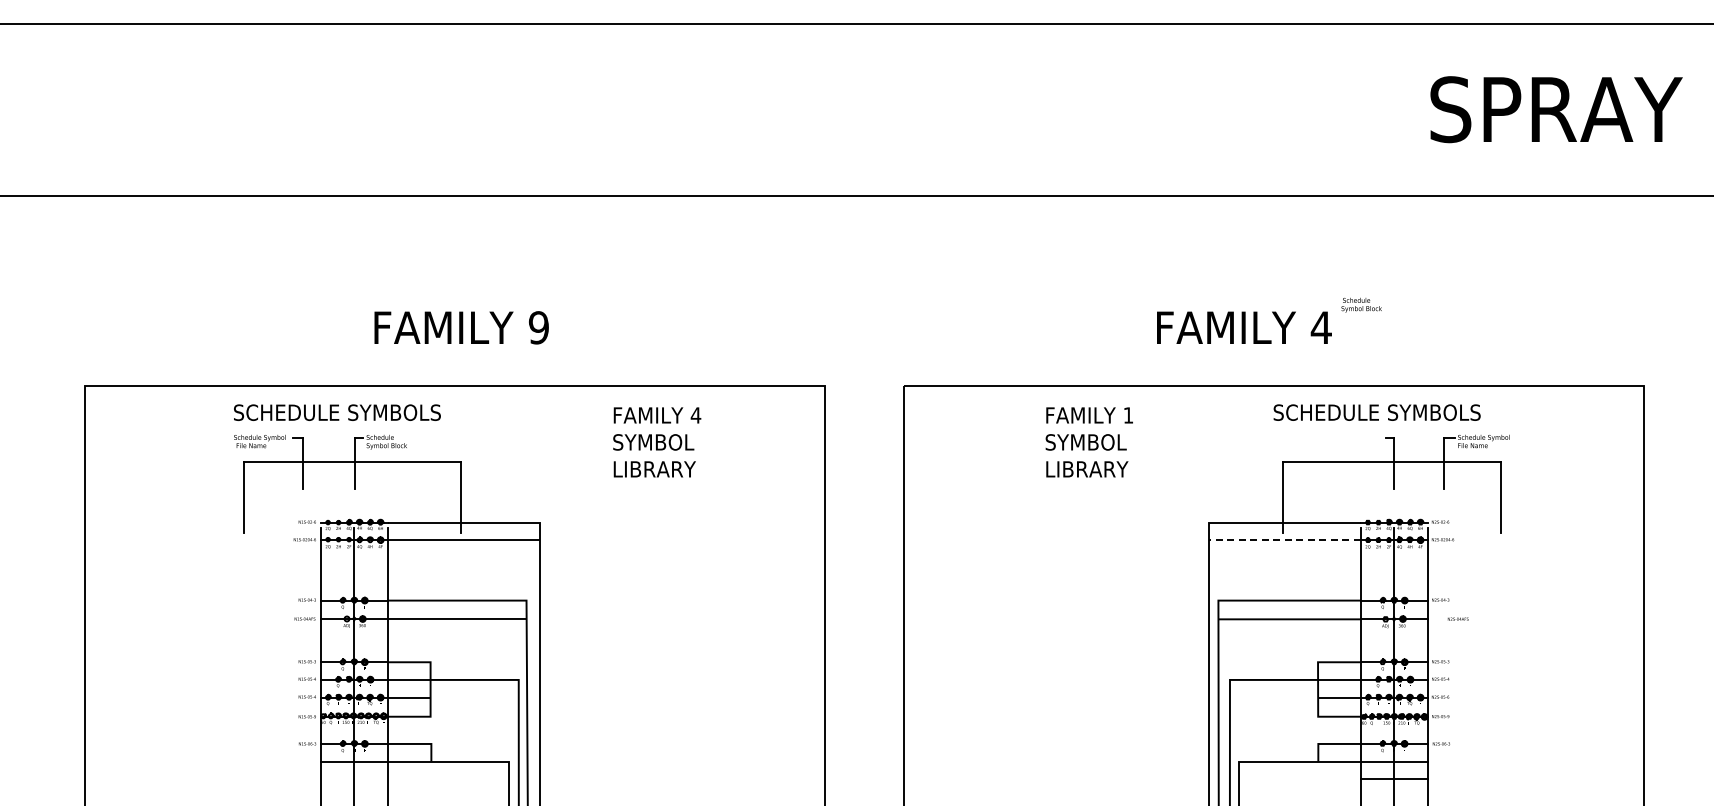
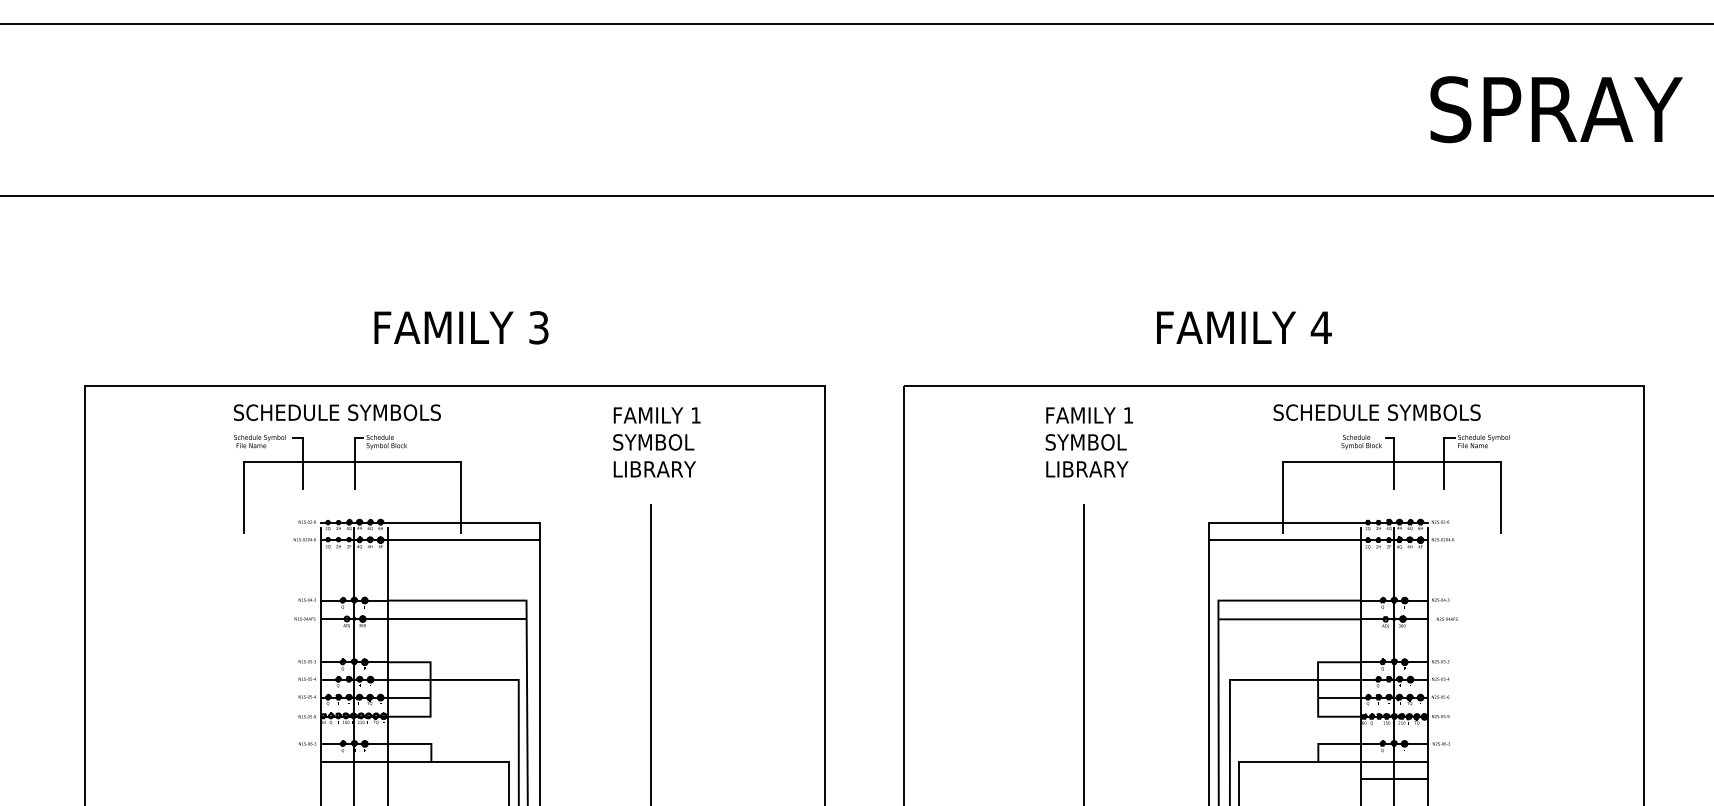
text at (1361, 304) position: (1361, 304) -> (1361, 441)
text at (538, 327): 9 -> 3
text at (695, 415): 4 -> 1
line at (1284, 540): dashed -> solid
text at (1457, 618) position: (1457, 618) -> (1446, 618)
line at (651, 653): none -> present
line at (1083, 653): none -> present
